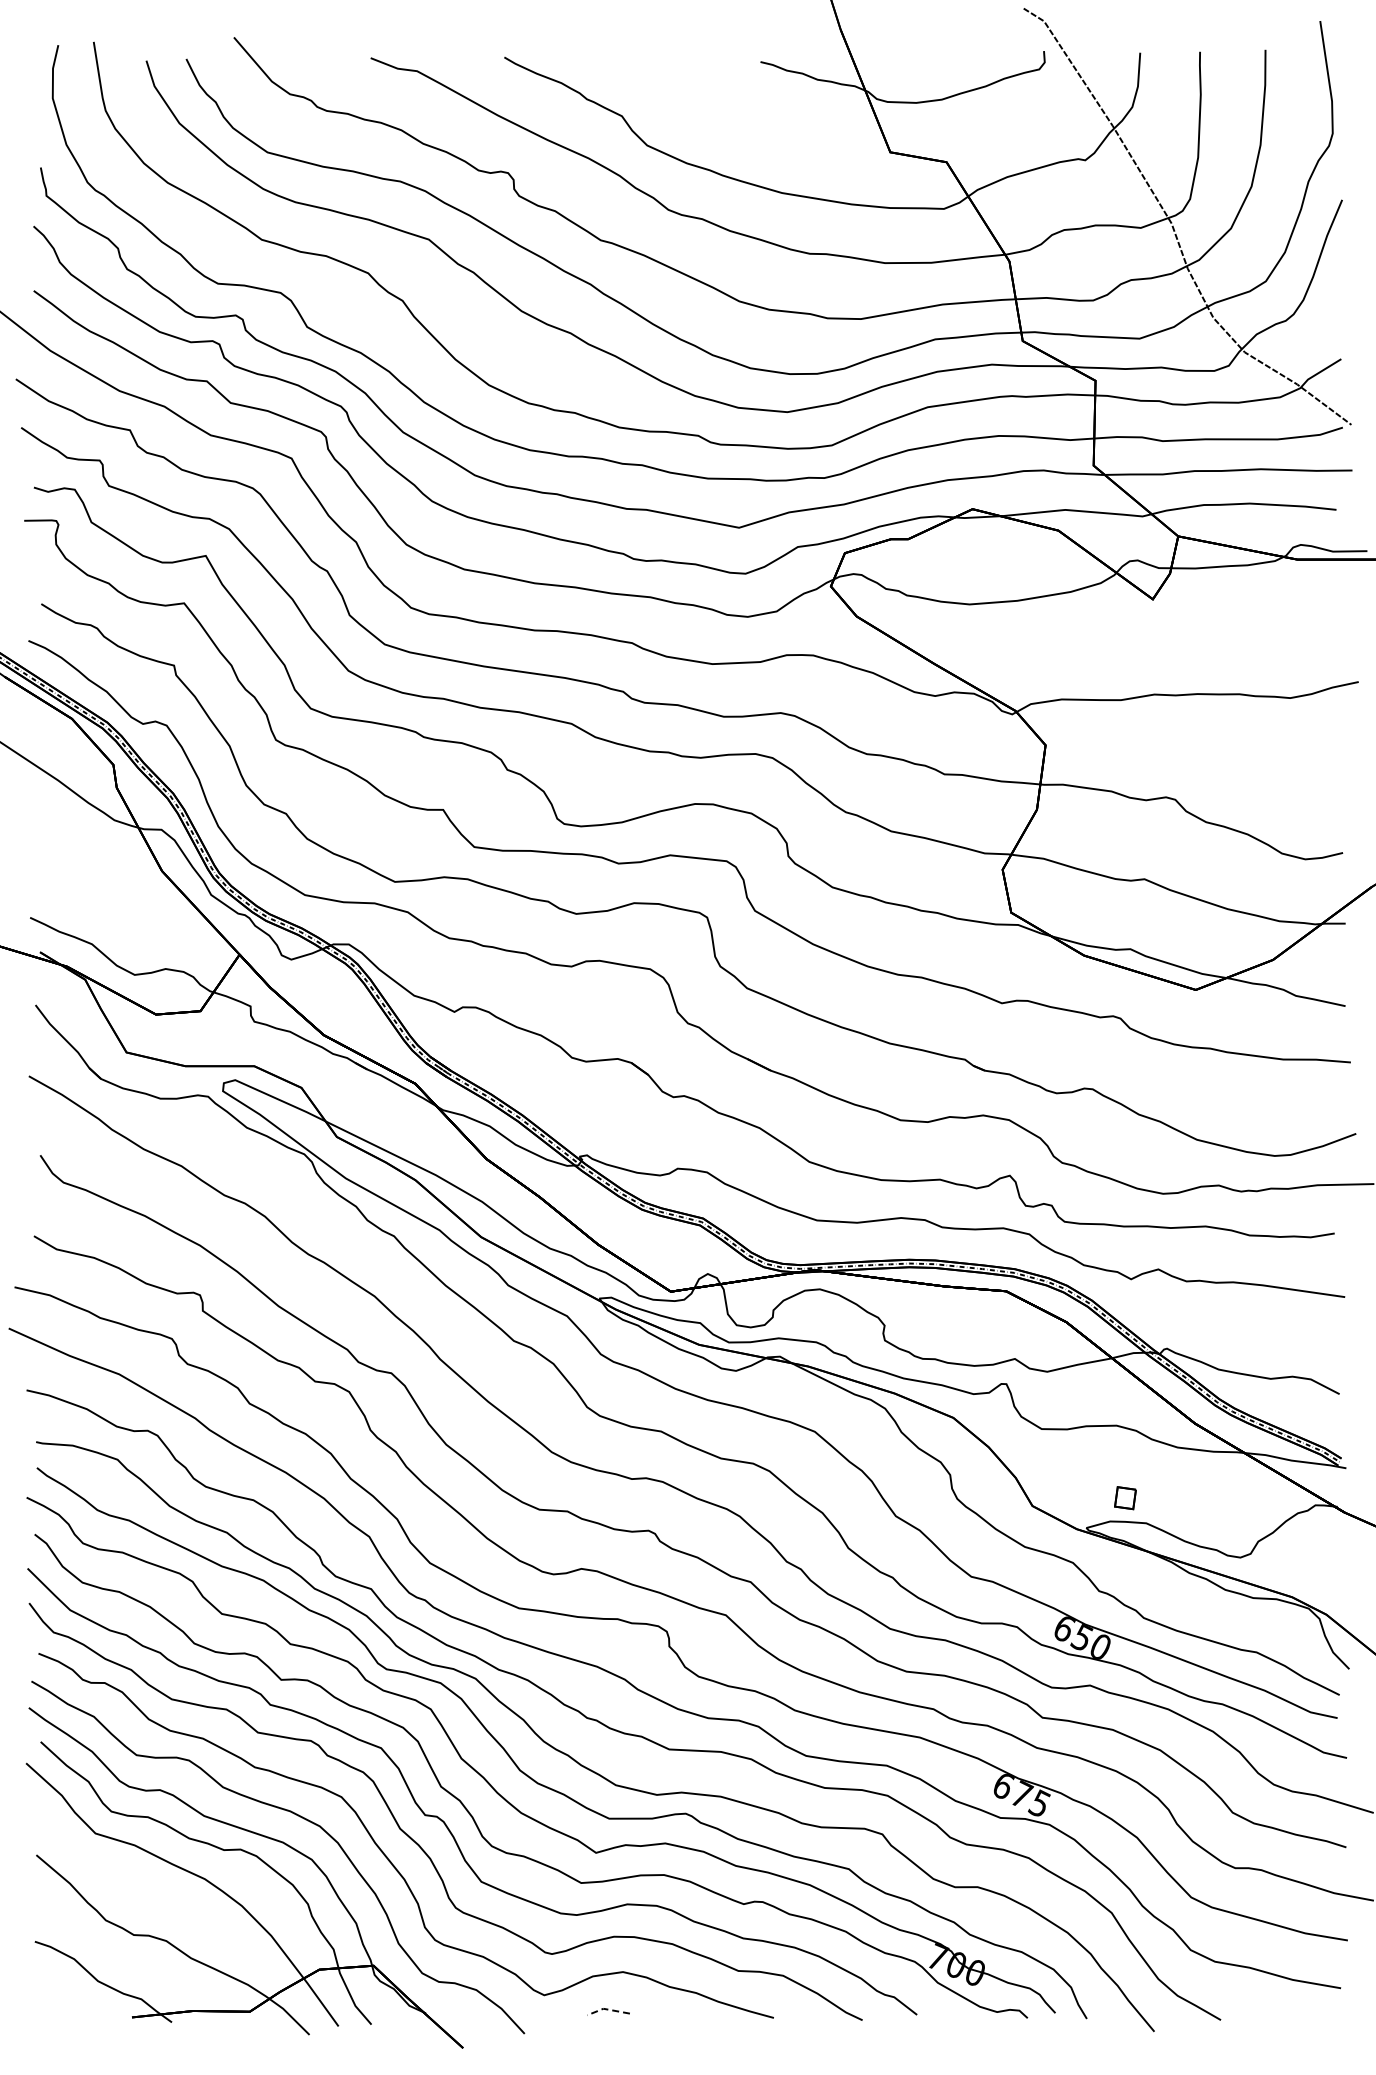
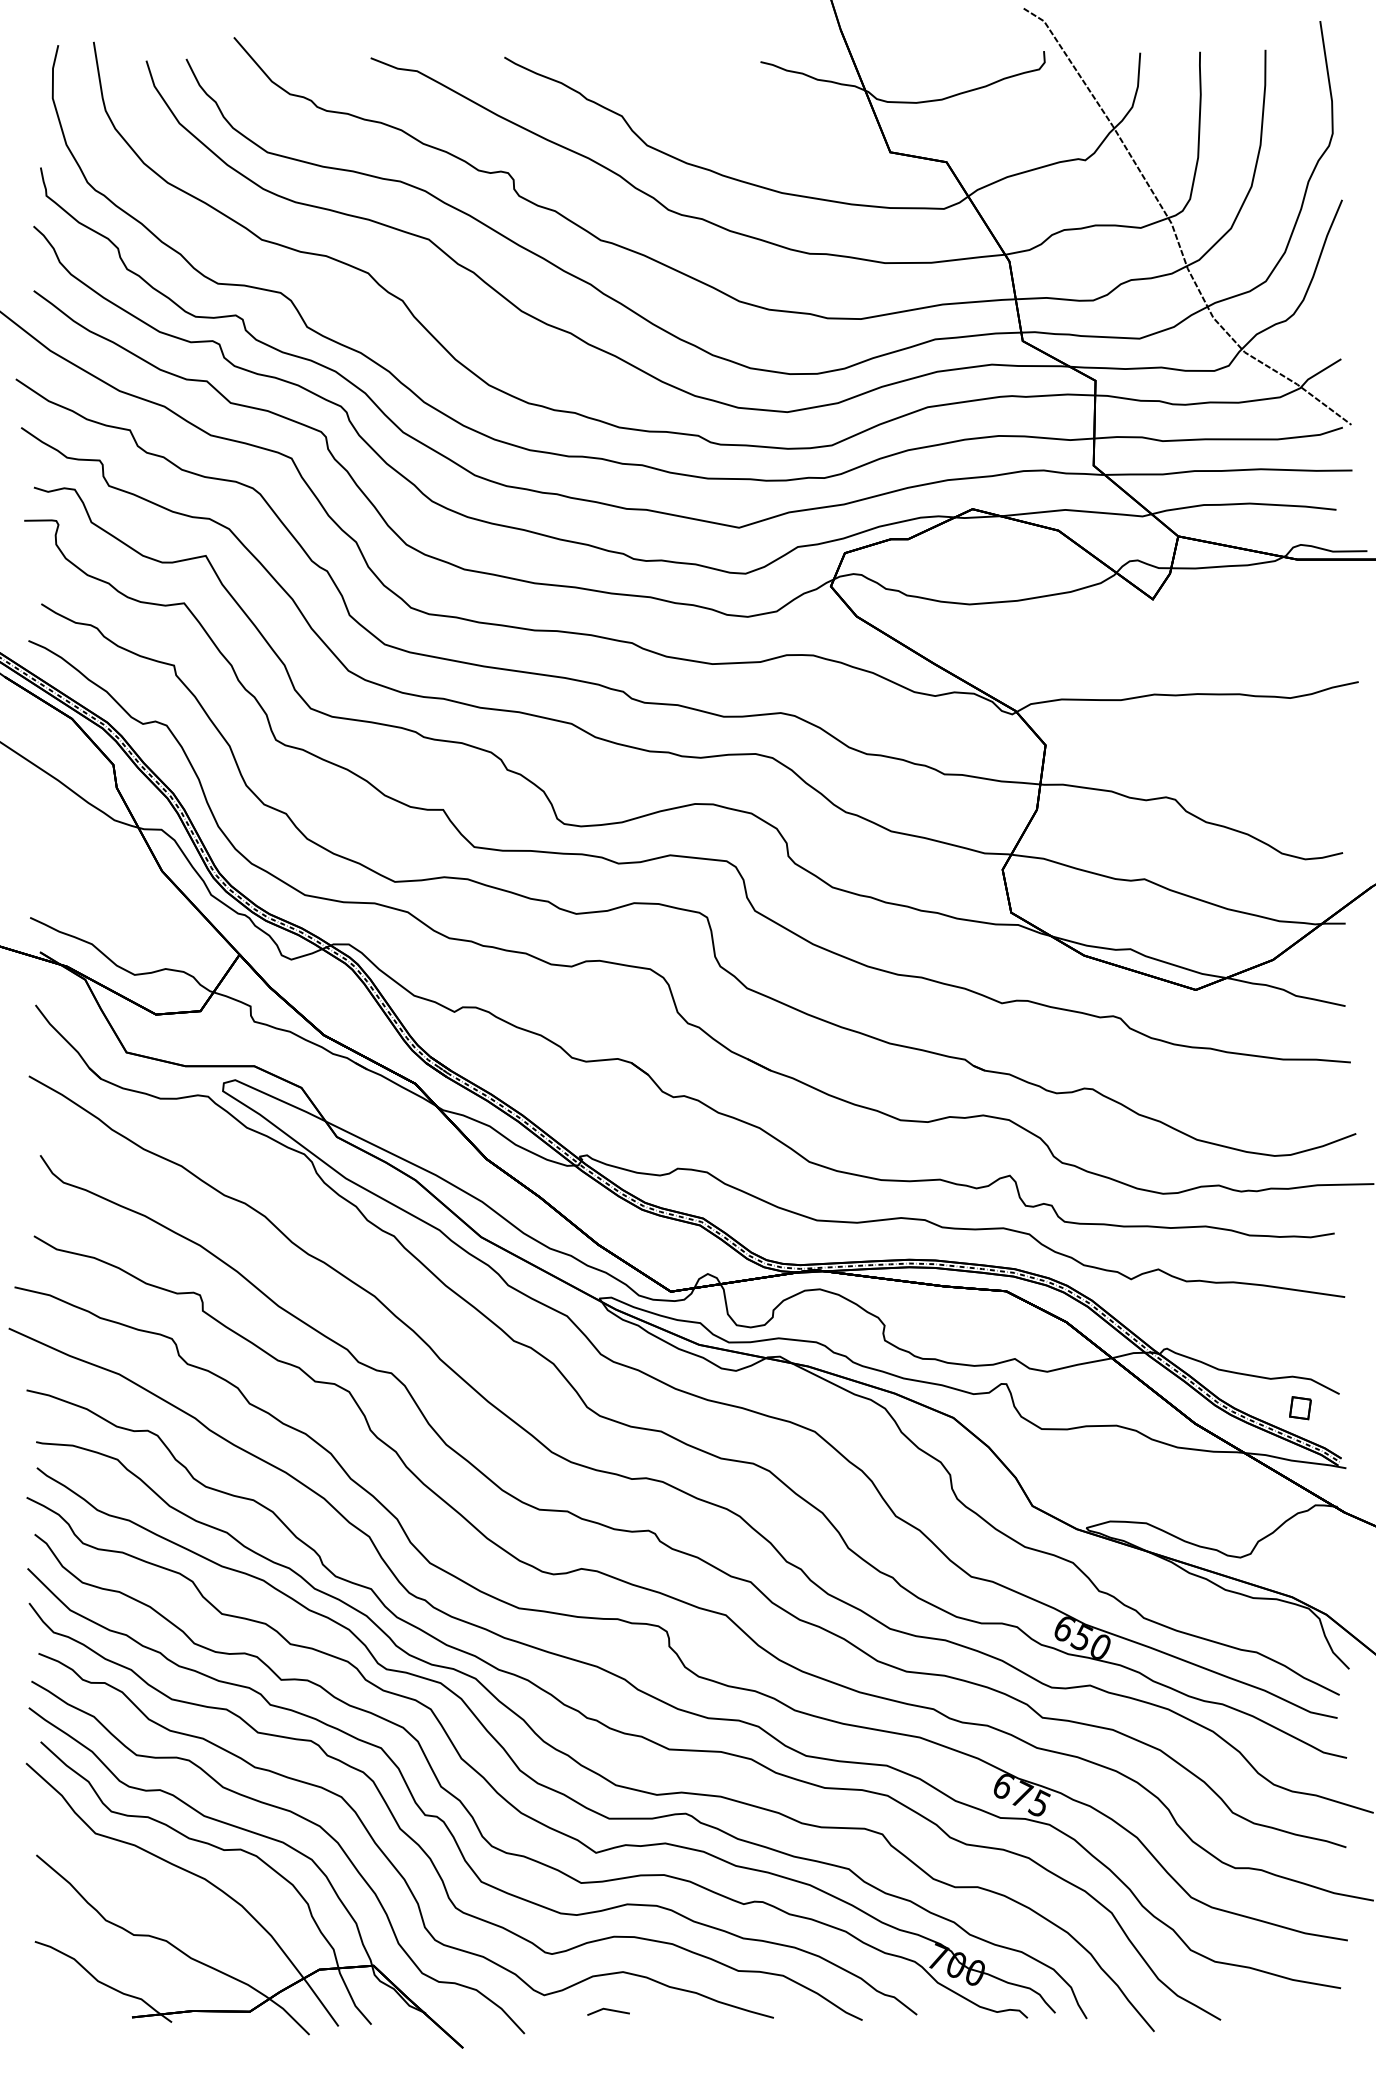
part at (1125, 1498) position: (1125, 1498) -> (1300, 1408)
line at (607, 2009): dashed -> solid
